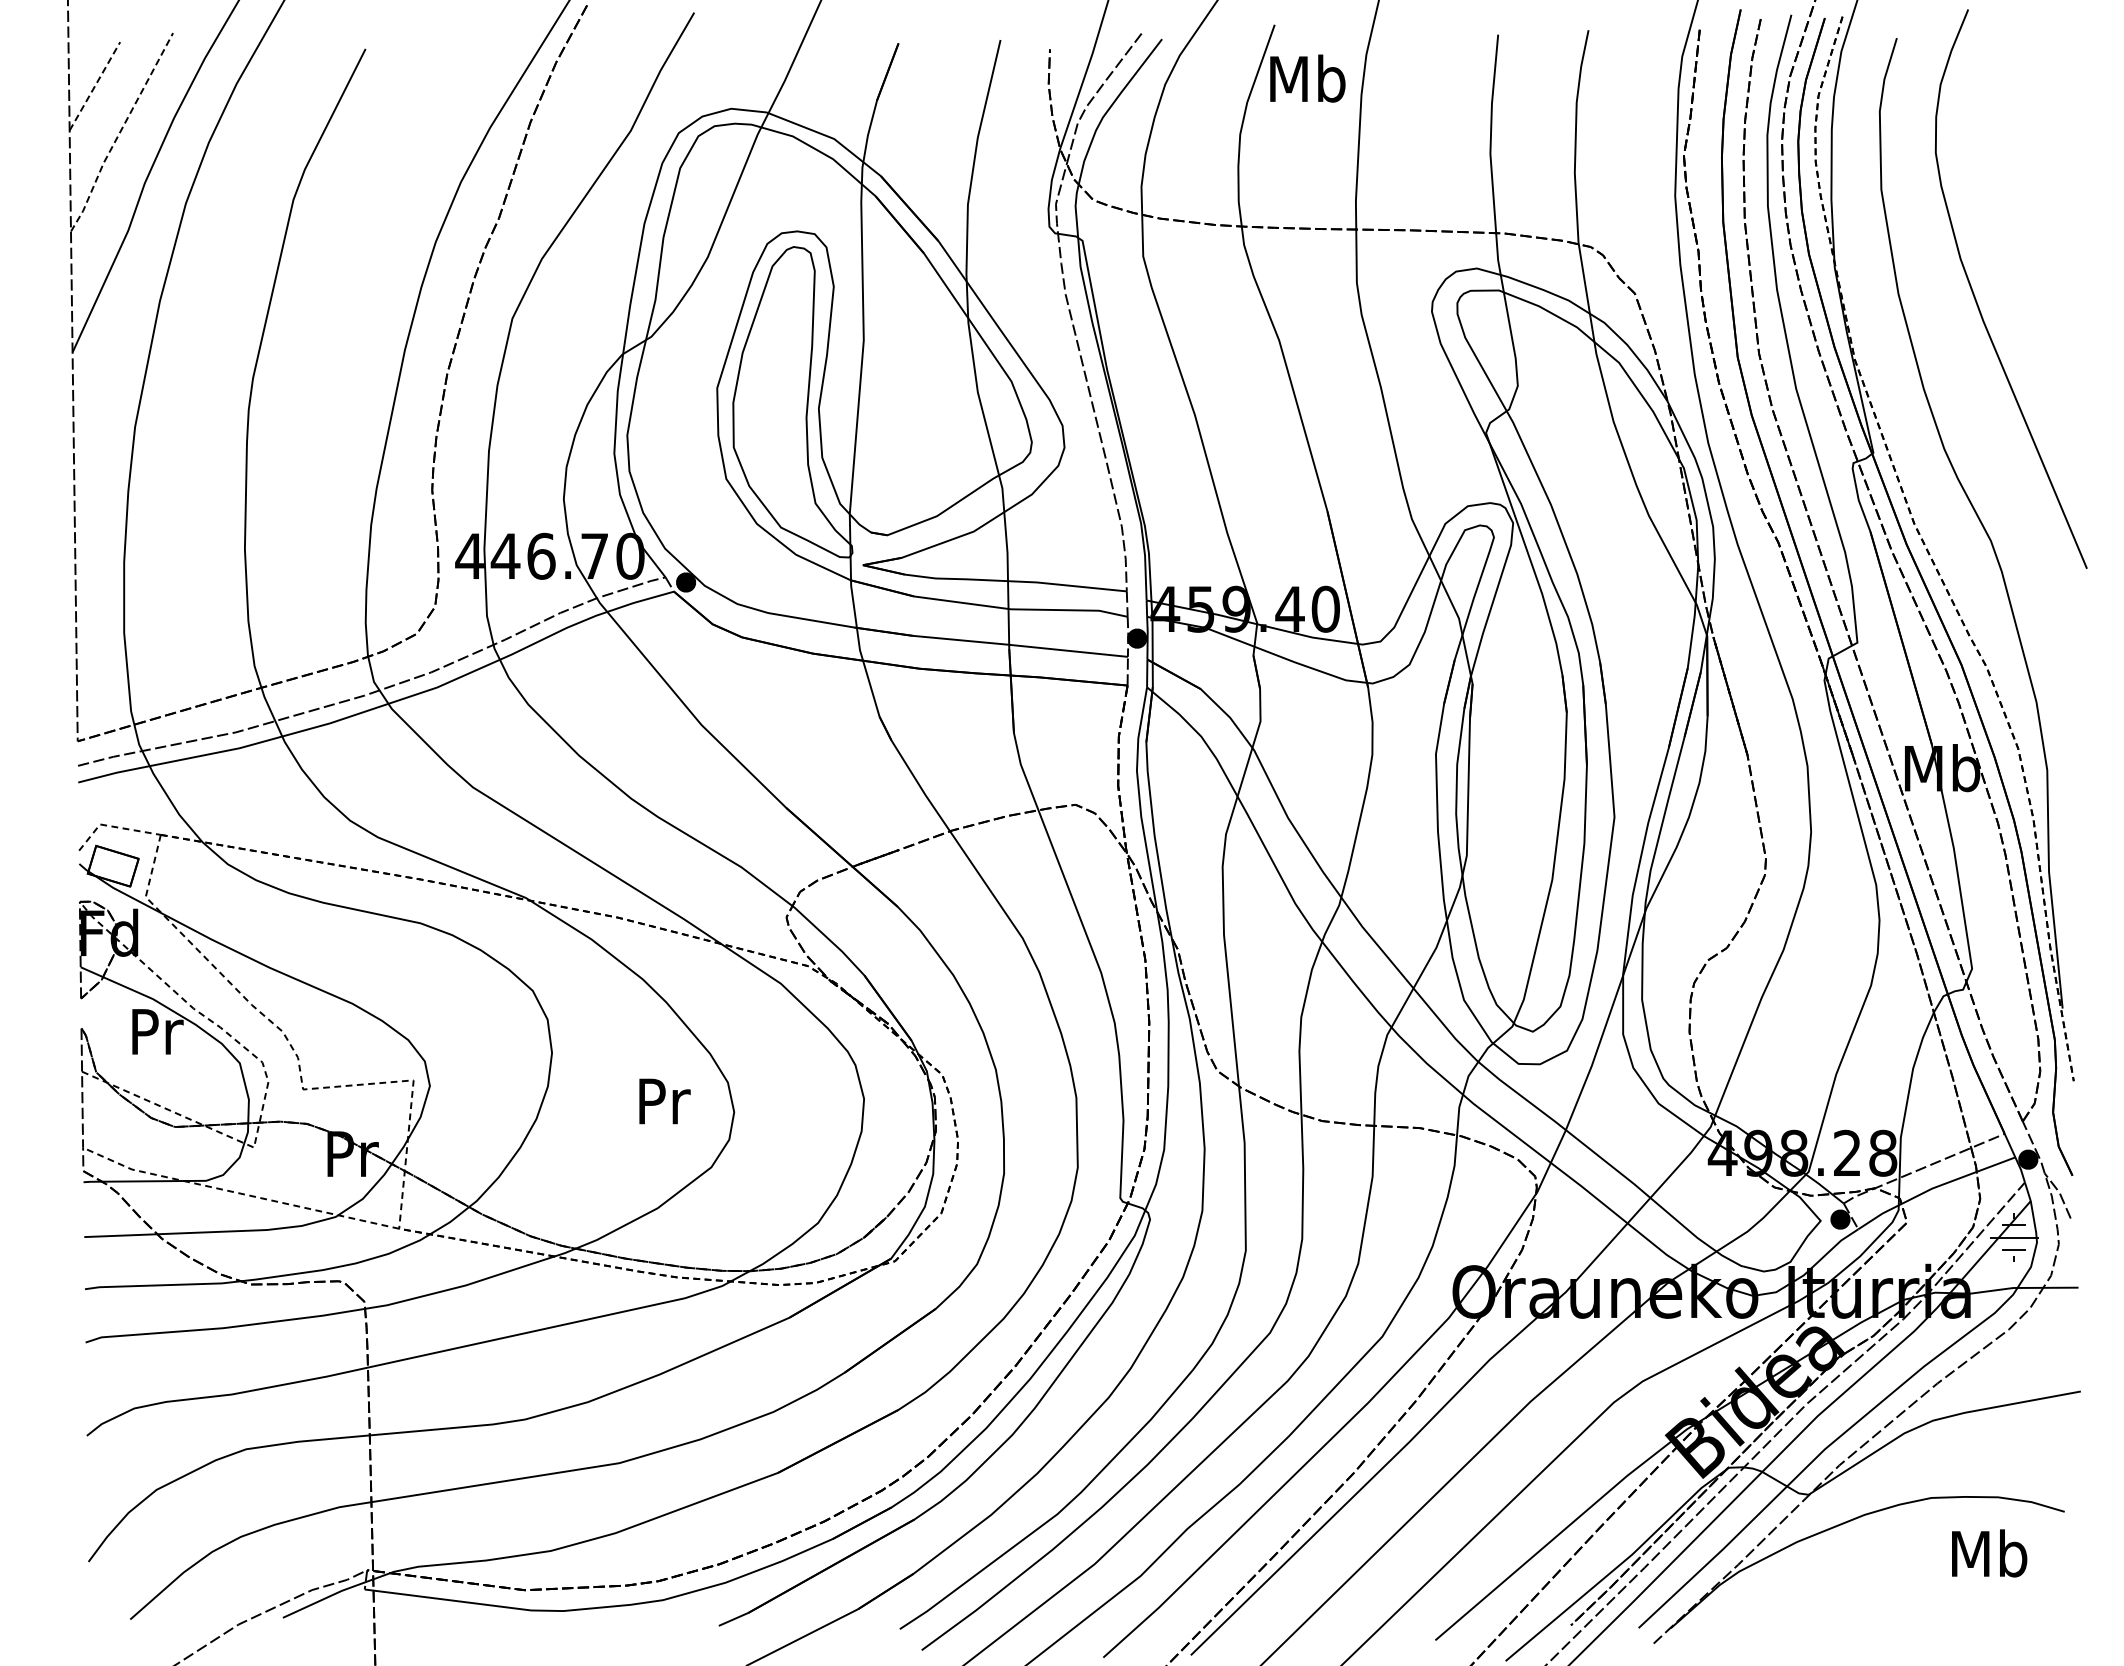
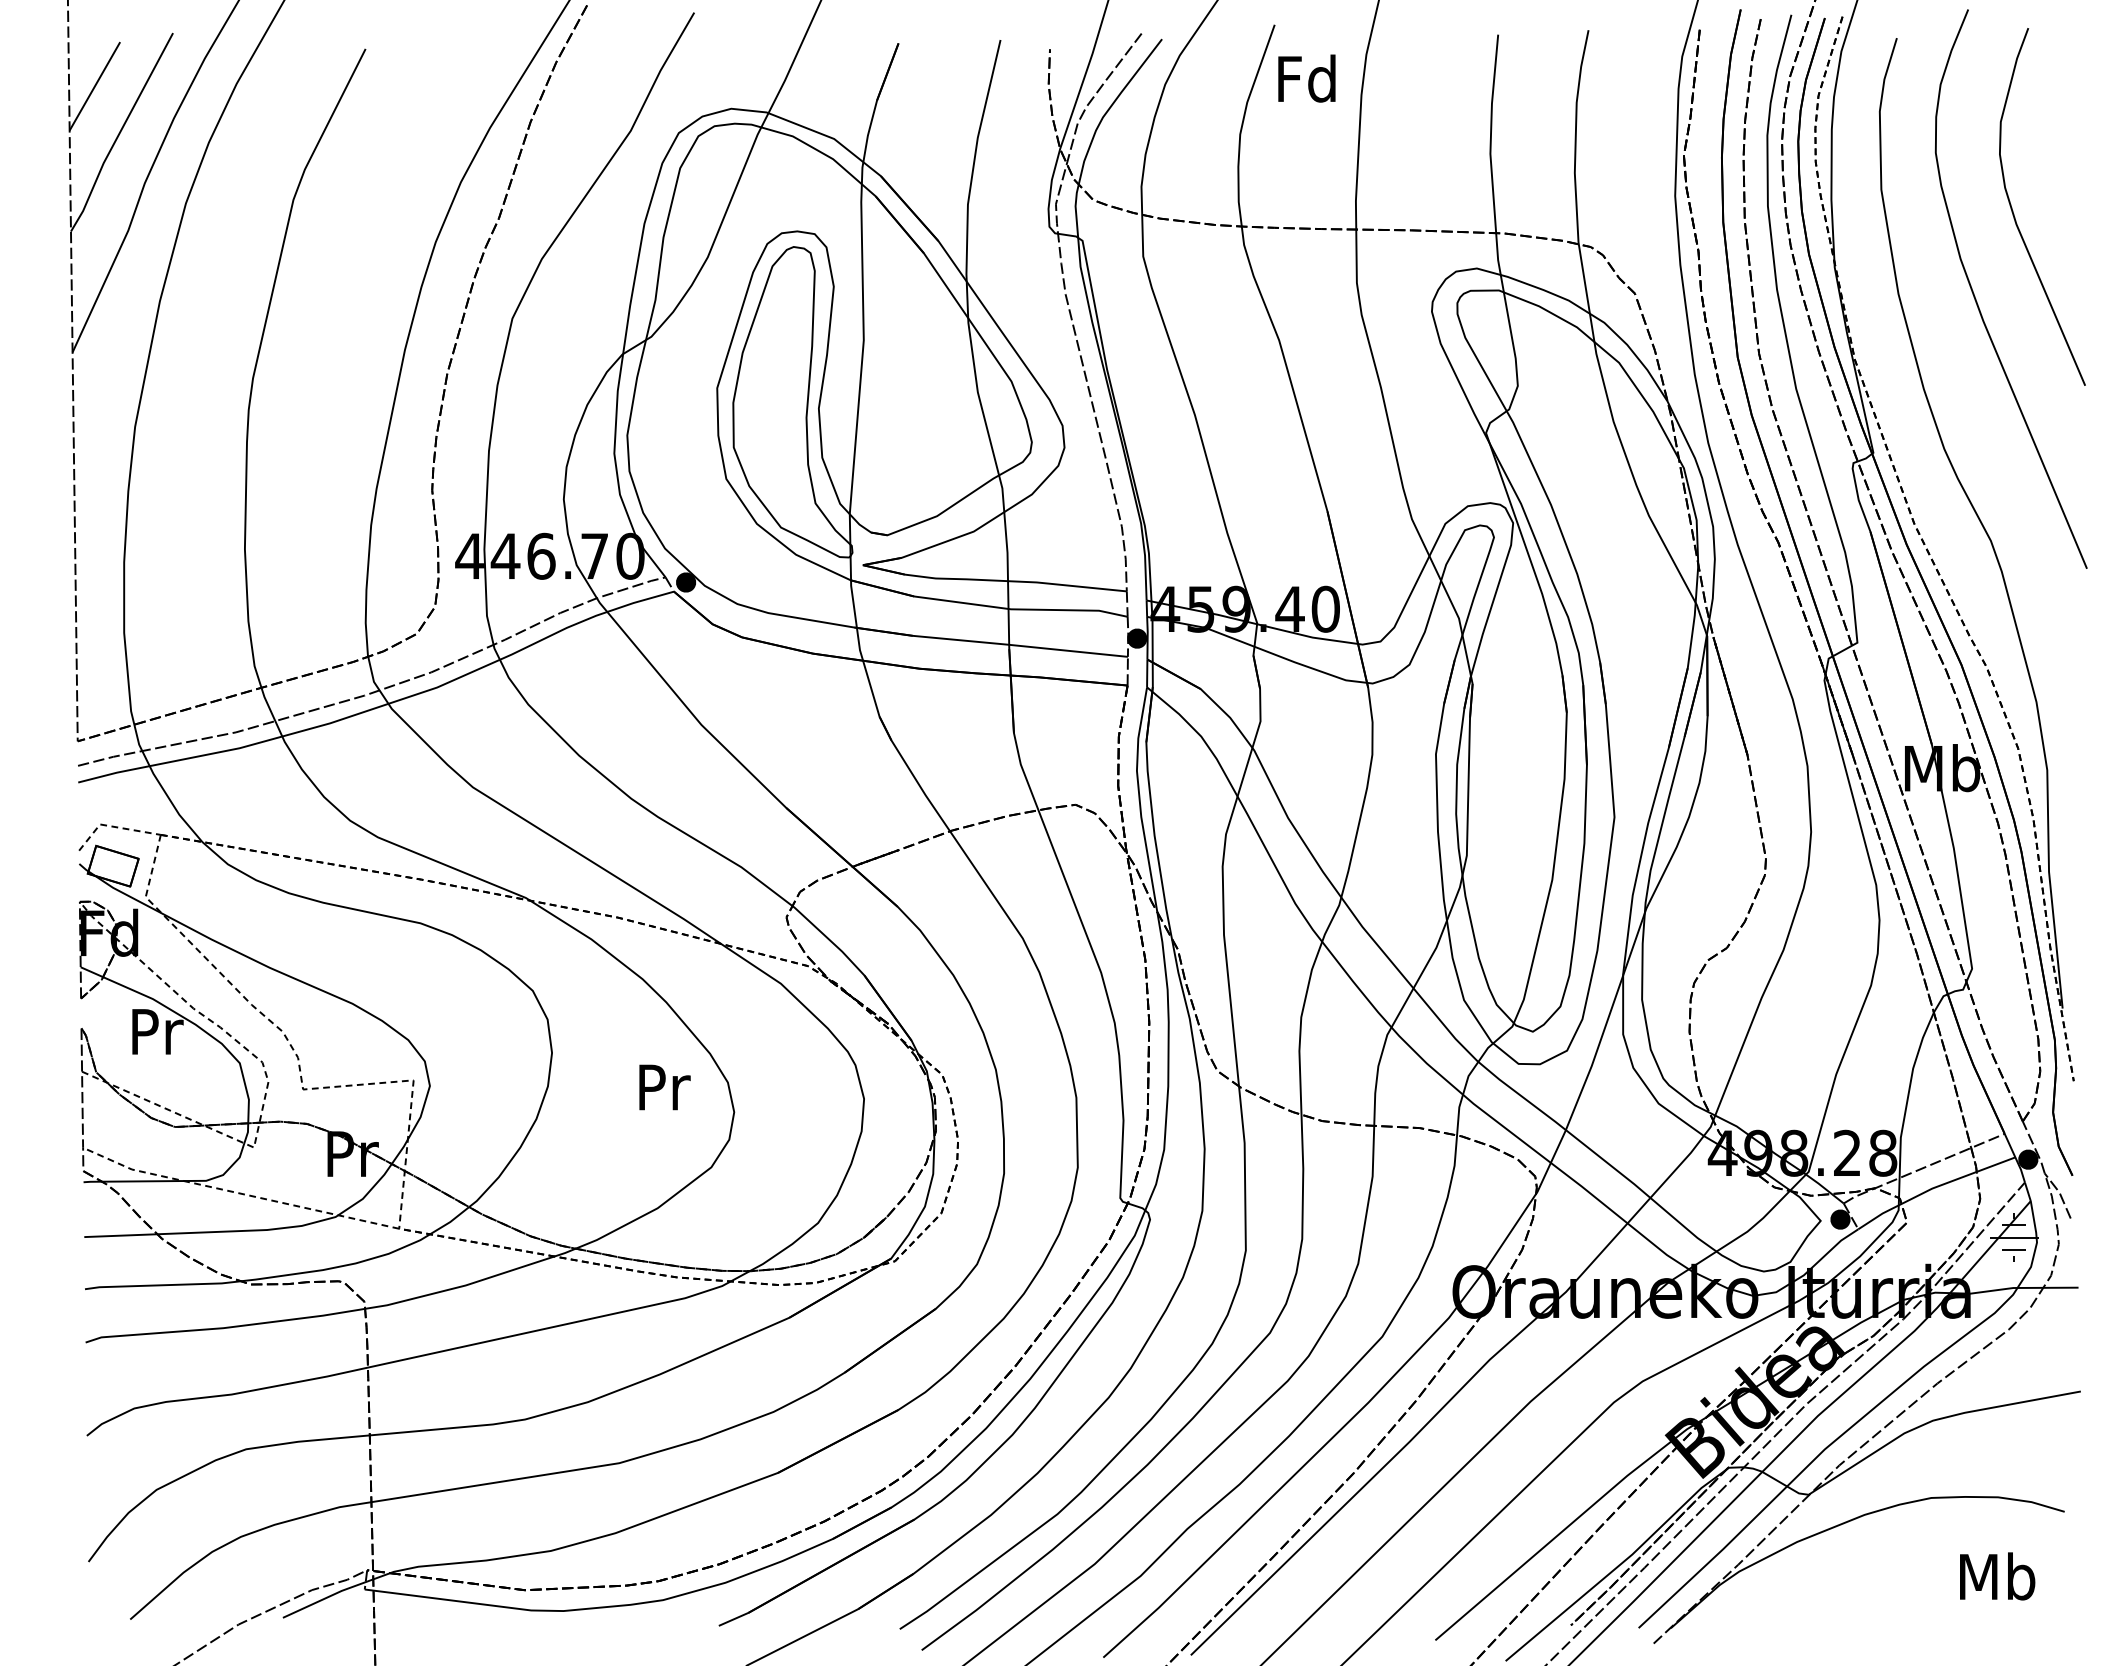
text at (1307, 78): Mb -> Fd
line at (94, 86): dashed -> solid
line at (120, 132): dashed -> solid
curve at (2014, 214): none -> present
text at (664, 1101) position: (664, 1101) -> (664, 1087)
text at (1989, 1553) position: (1989, 1553) -> (1997, 1576)
